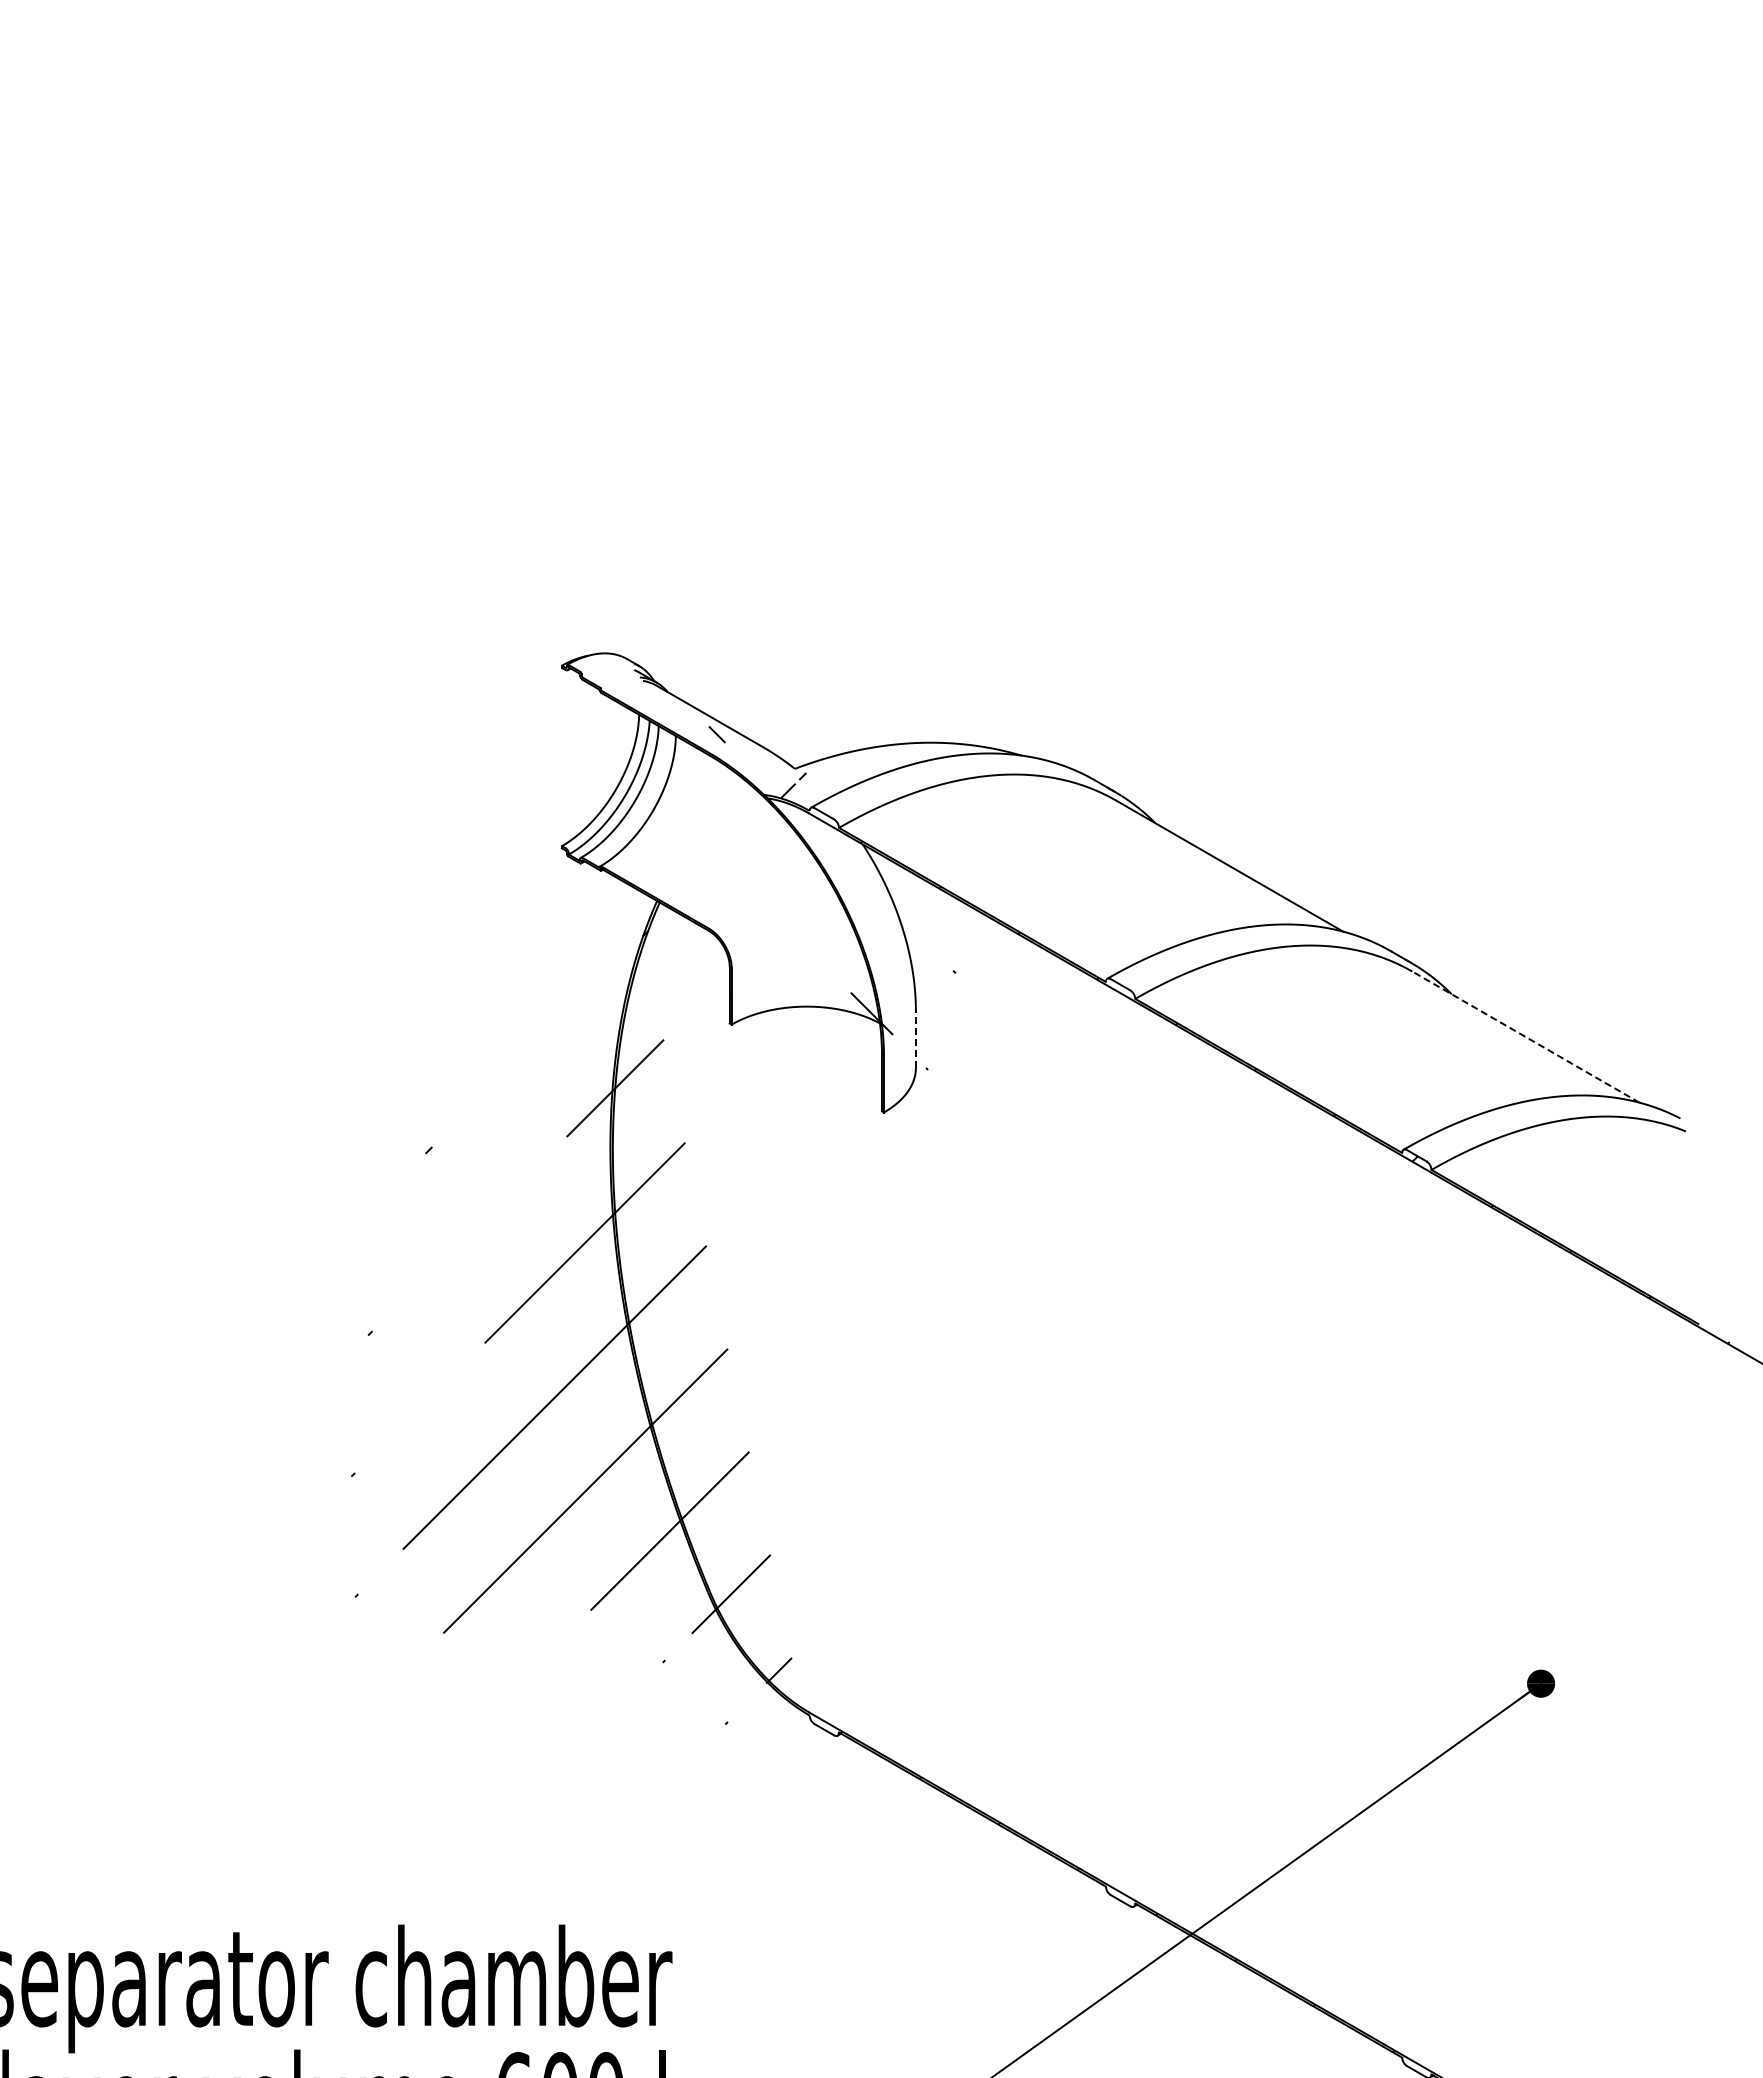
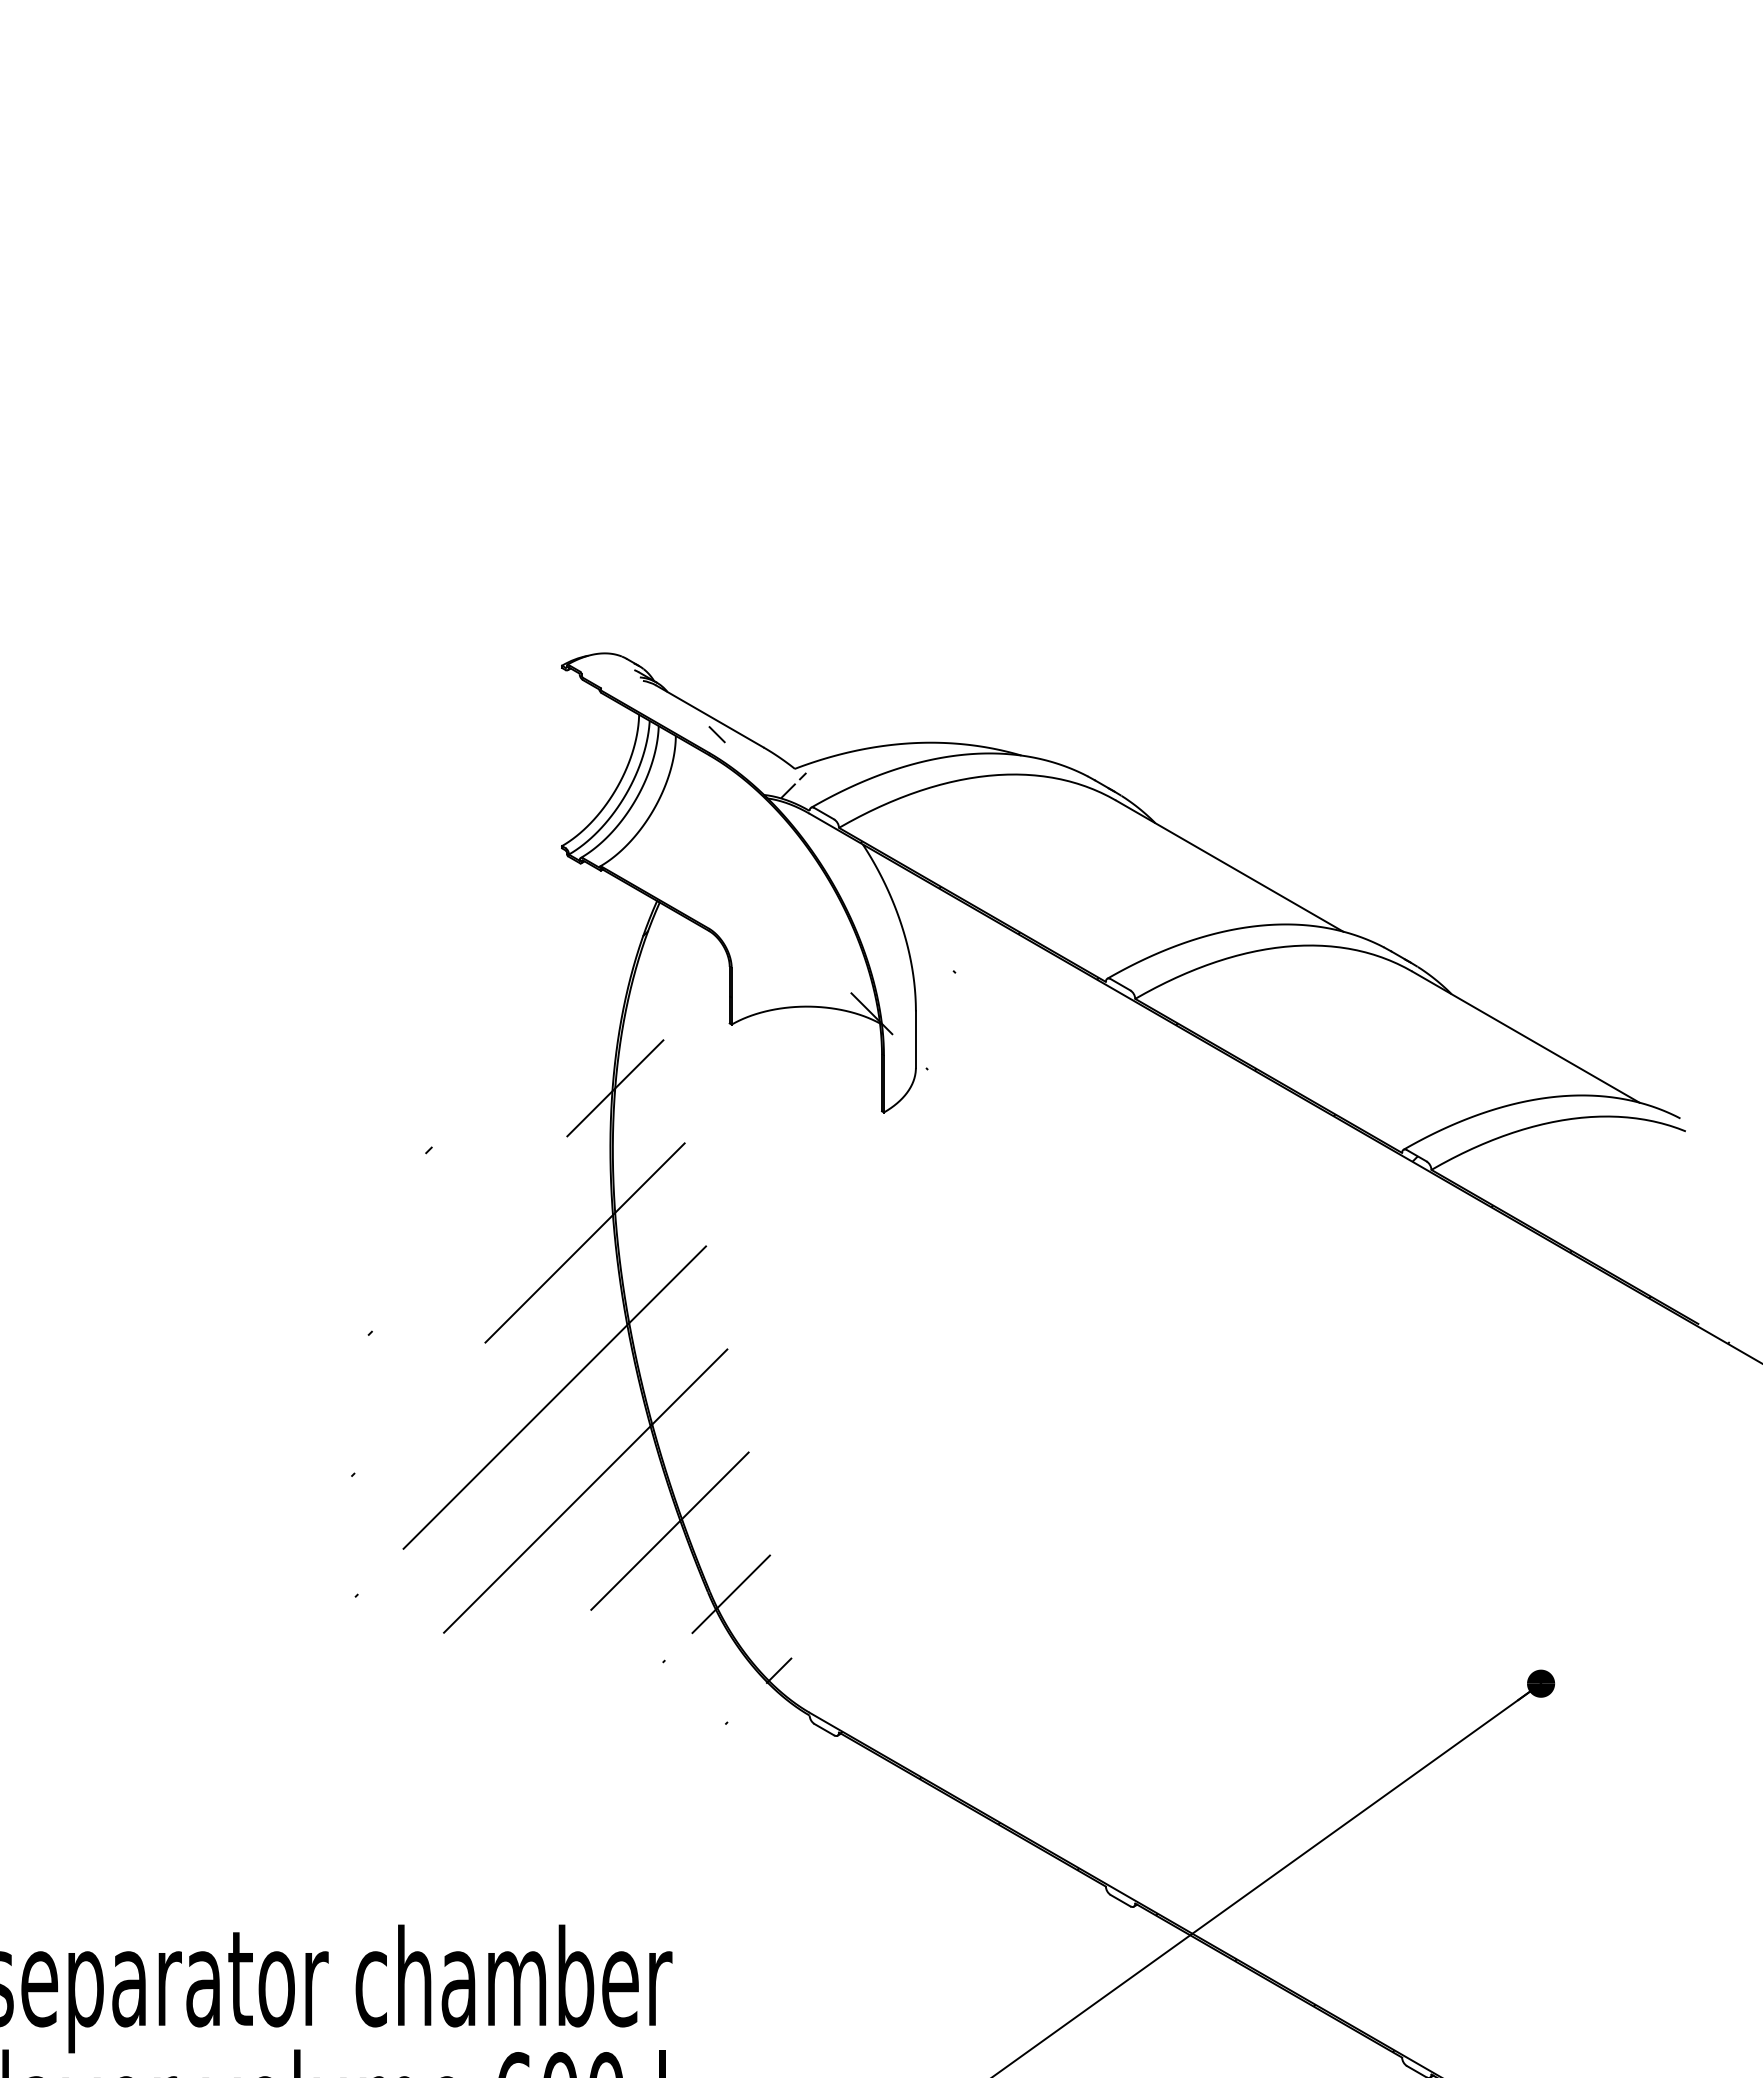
line at (1525, 1036): dashed -> solid
line at (915, 1039): dashed -> solid
